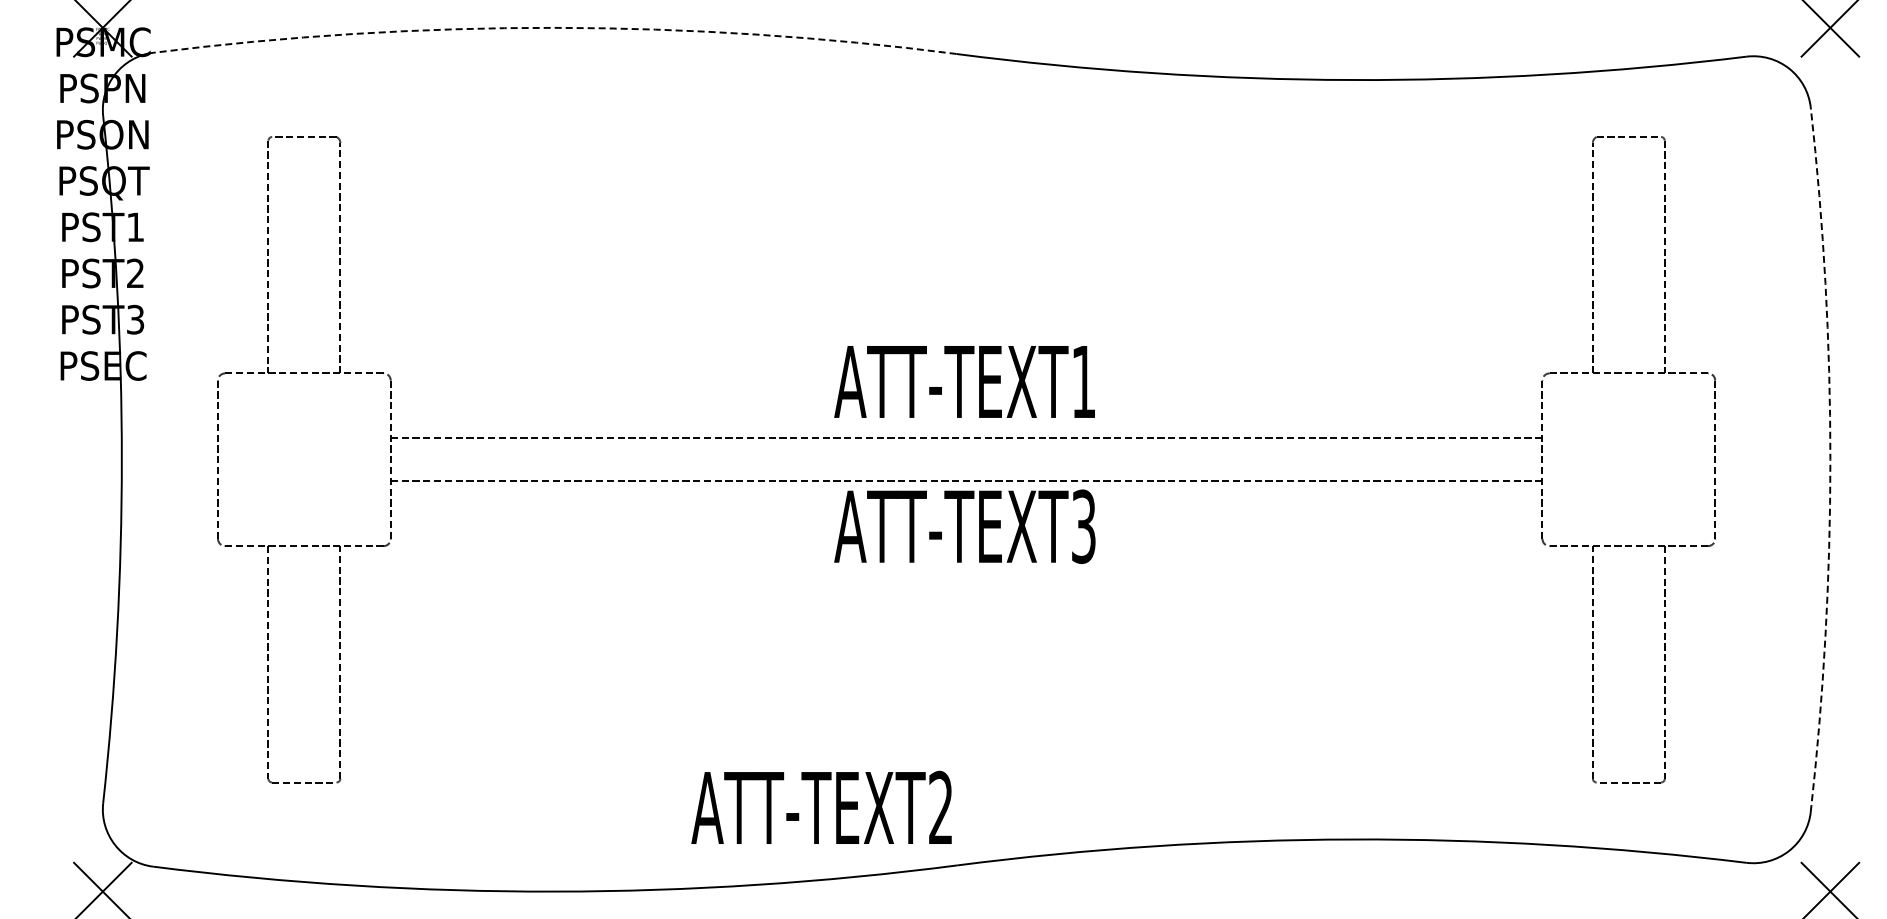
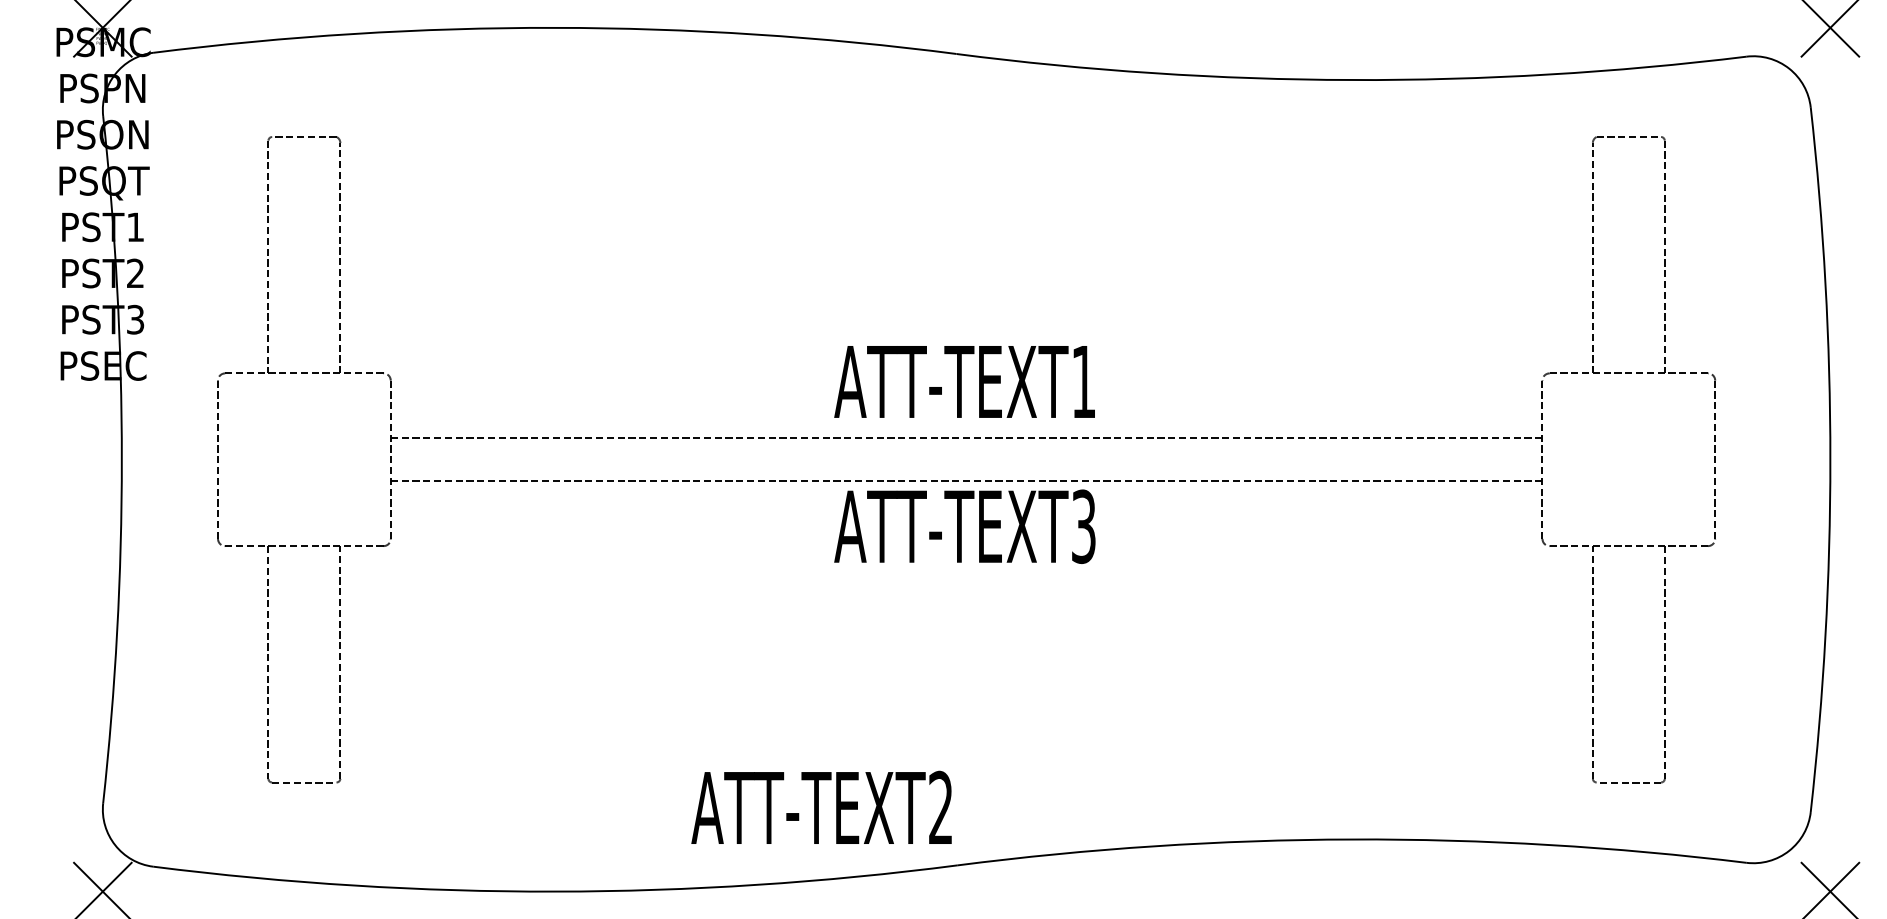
arc at (554, 27): dashed -> solid
arc at (1830, 459): dashed -> solid
